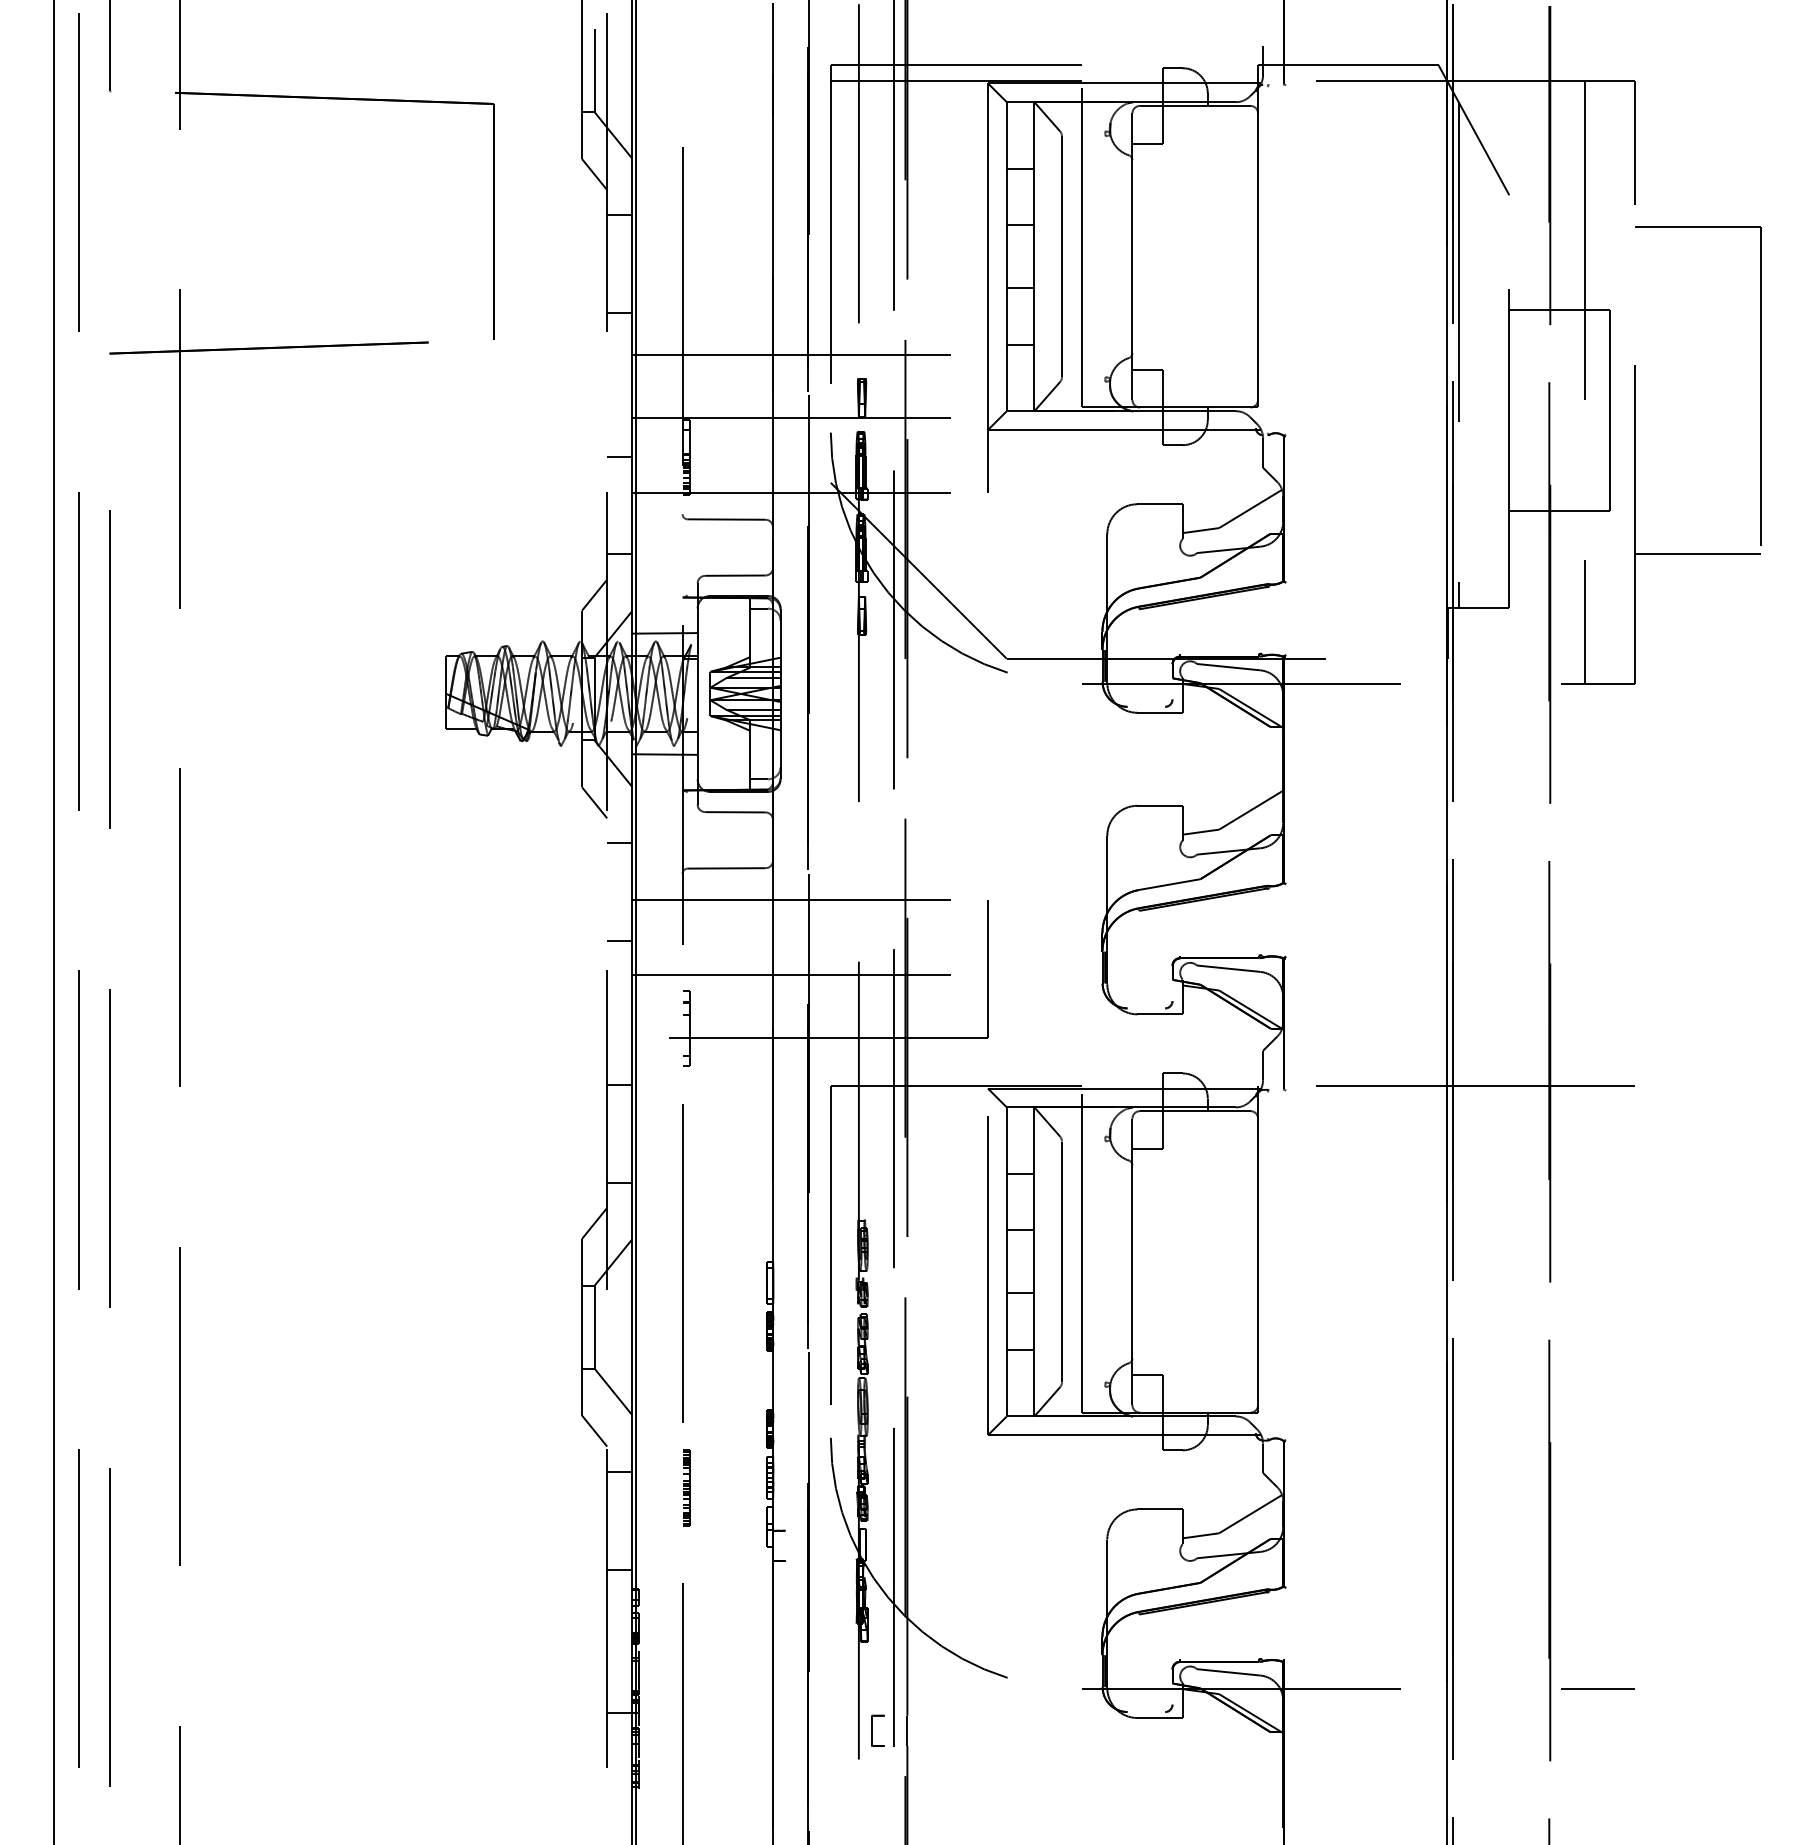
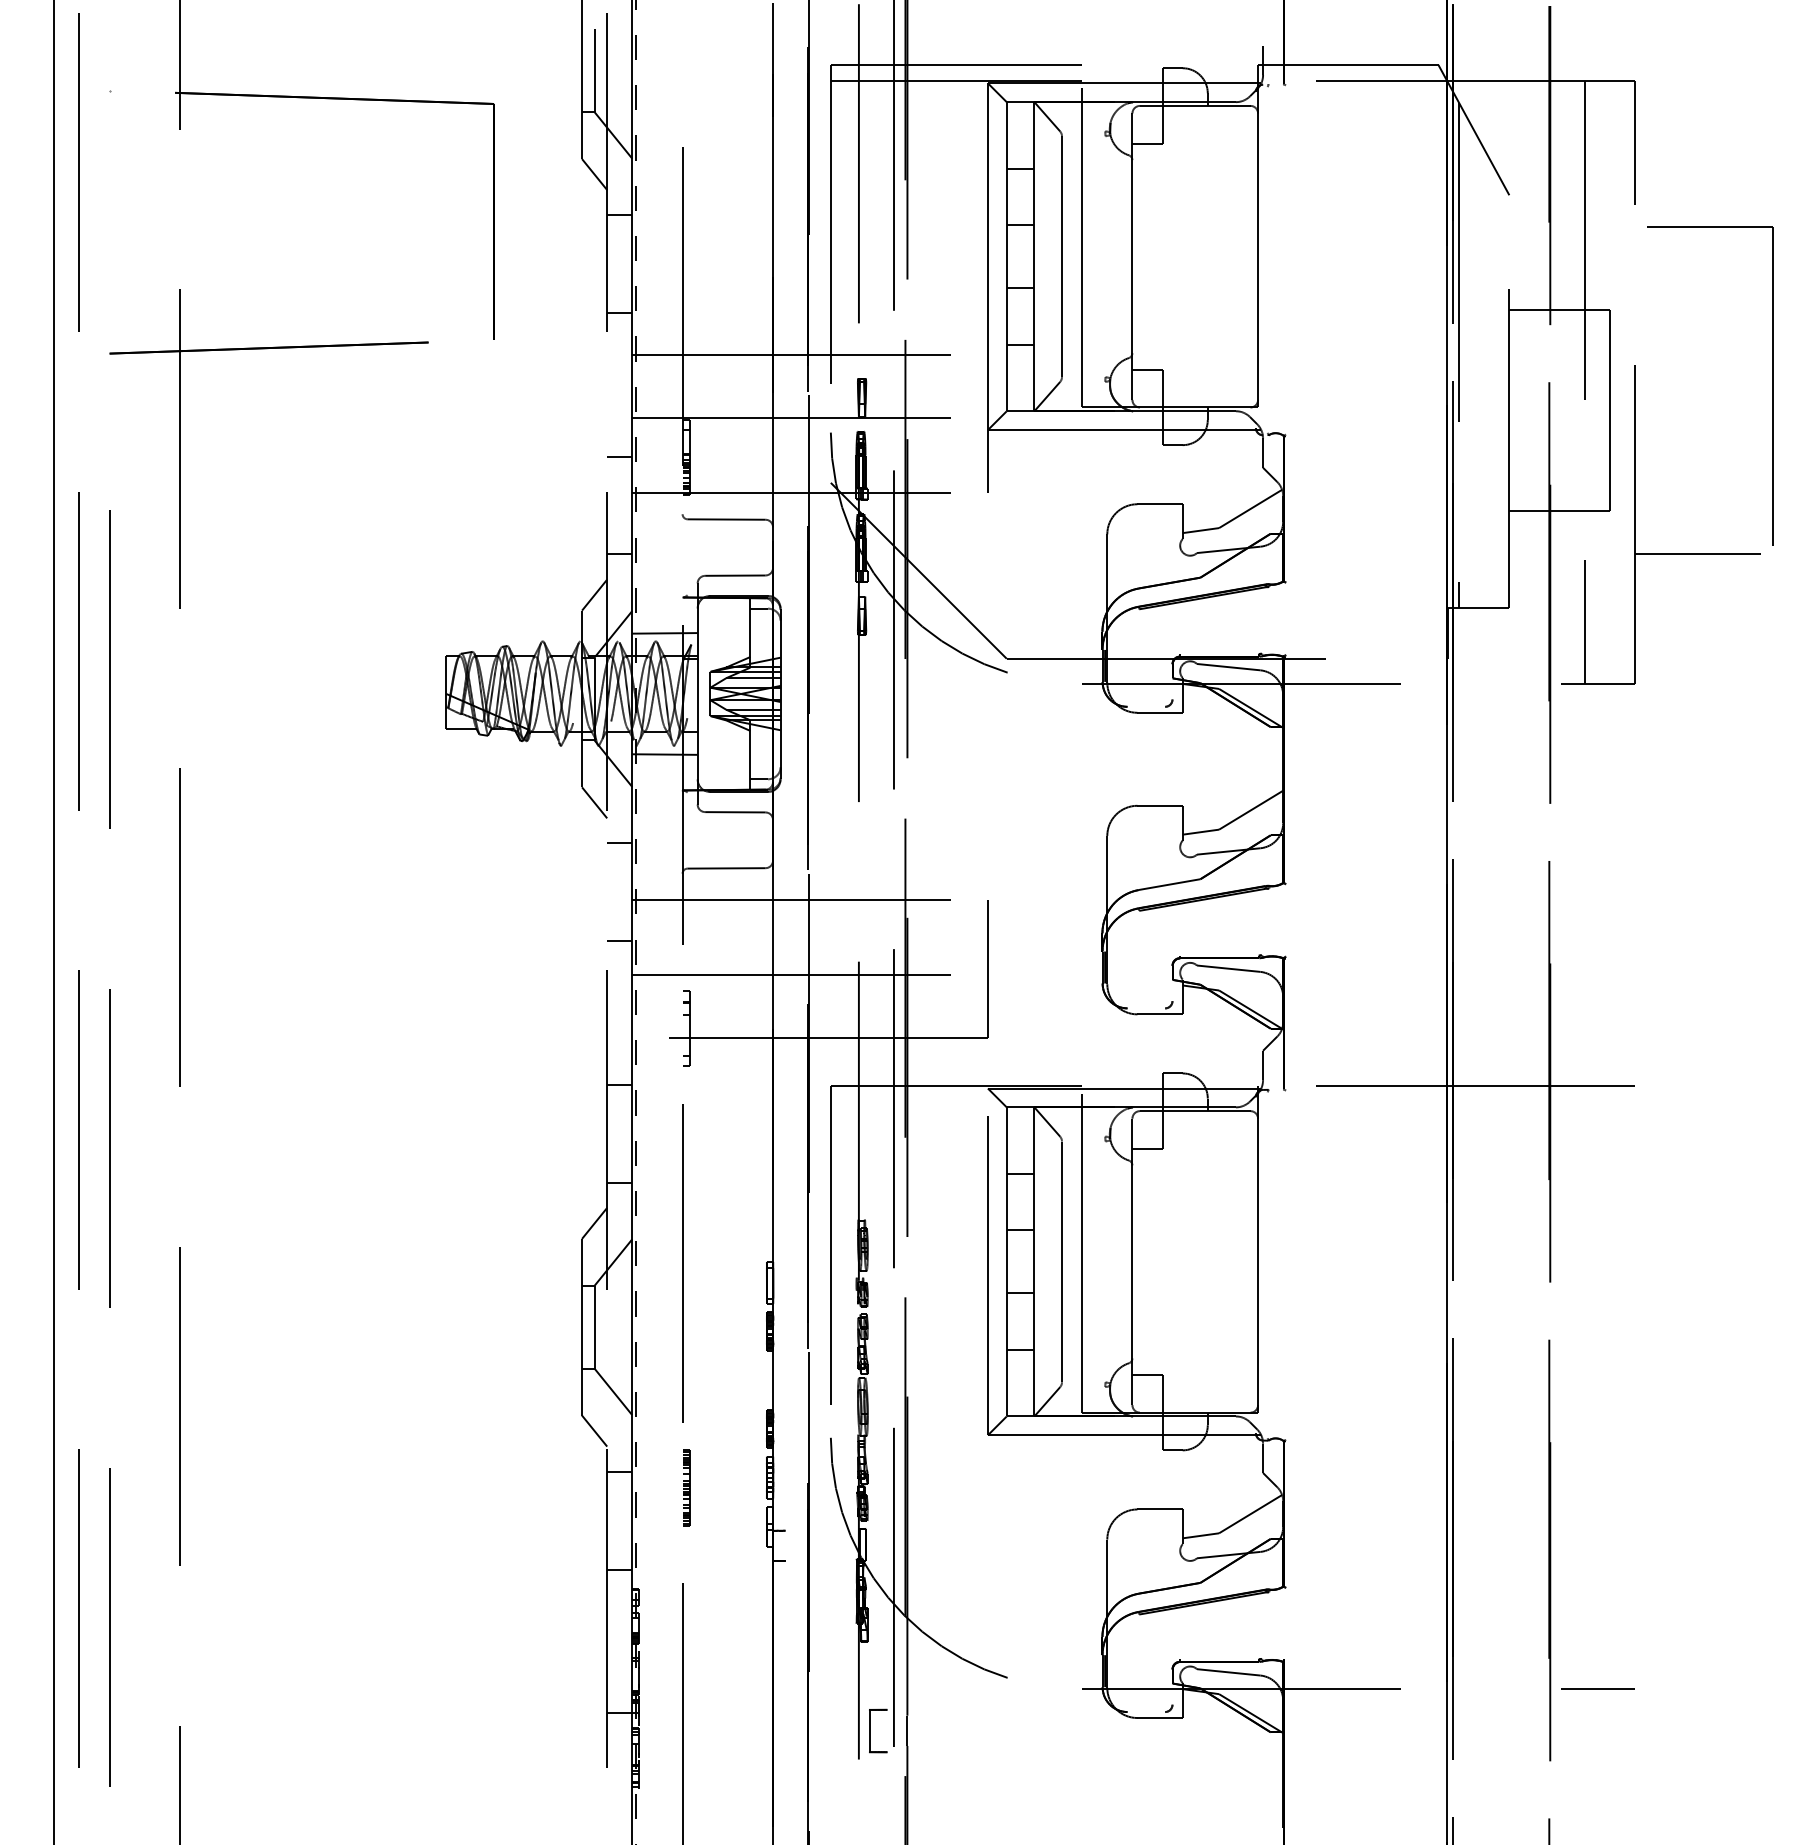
line at (109, 46): present -> none
part at (1760, 385) position: (1760, 385) -> (1772, 385)
line at (636, 922): solid -> dashed
part at (877, 1730) size: 14x33 px -> 19x46 px
